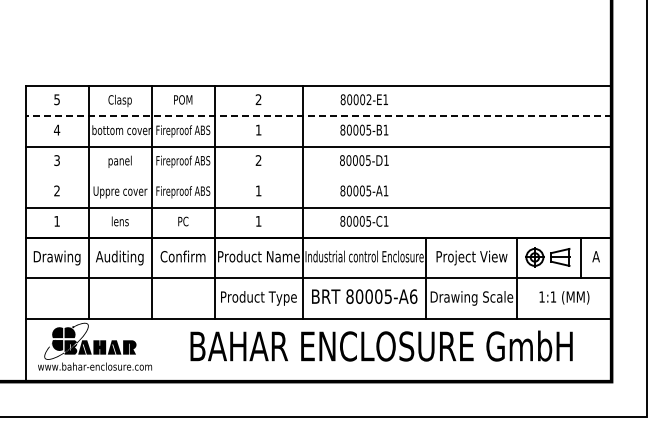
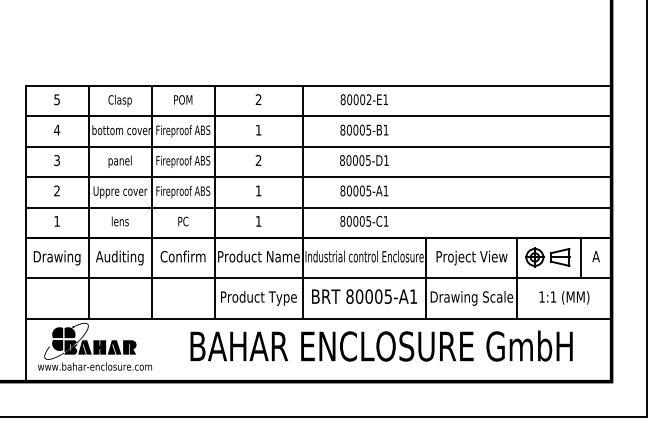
line at (318, 116): dashed -> solid
line at (318, 177): none -> present
text at (413, 296): 80005-A6 -> 80005-A1
